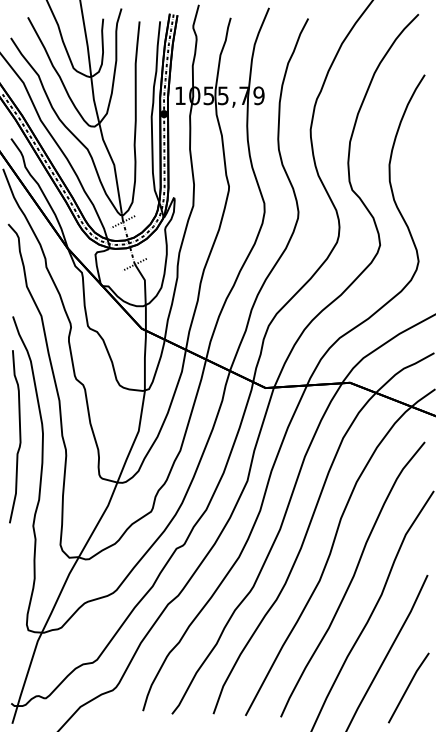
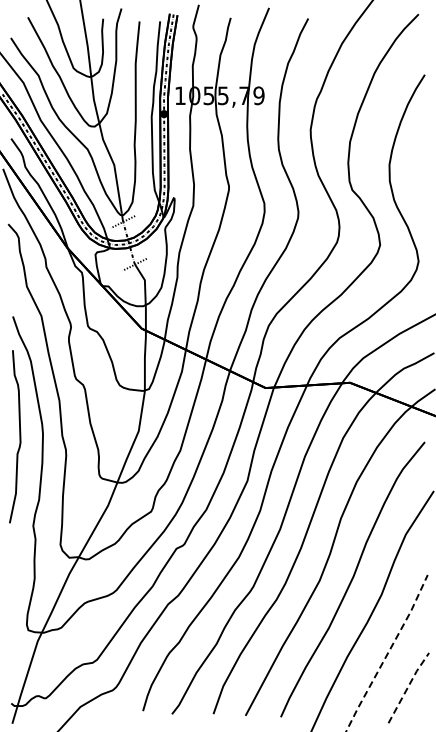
line at (387, 653): solid -> dashed
line at (408, 686): solid -> dashed
